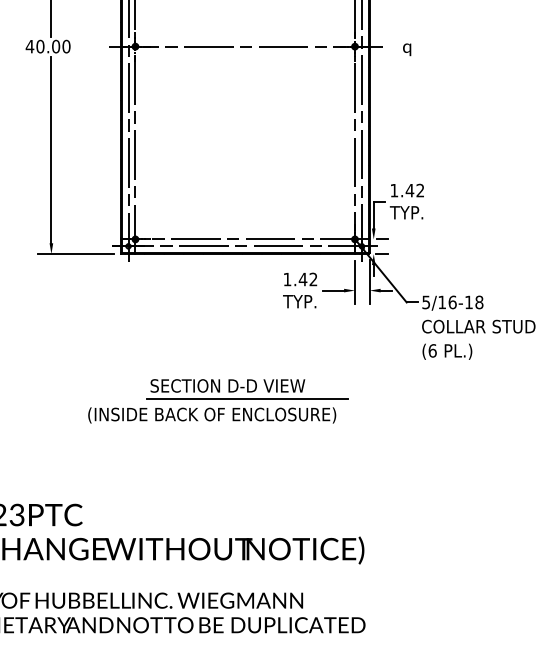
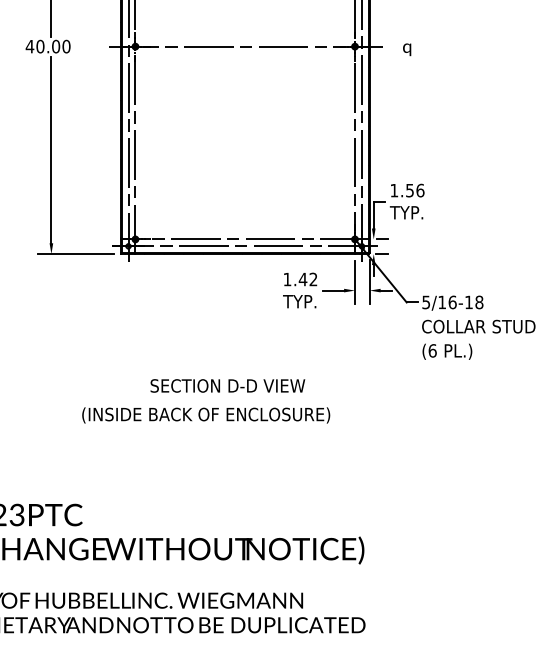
text at (414, 190): 1.42 -> 1.56
line at (247, 399): present -> none
text at (212, 415) position: (212, 415) -> (206, 415)
